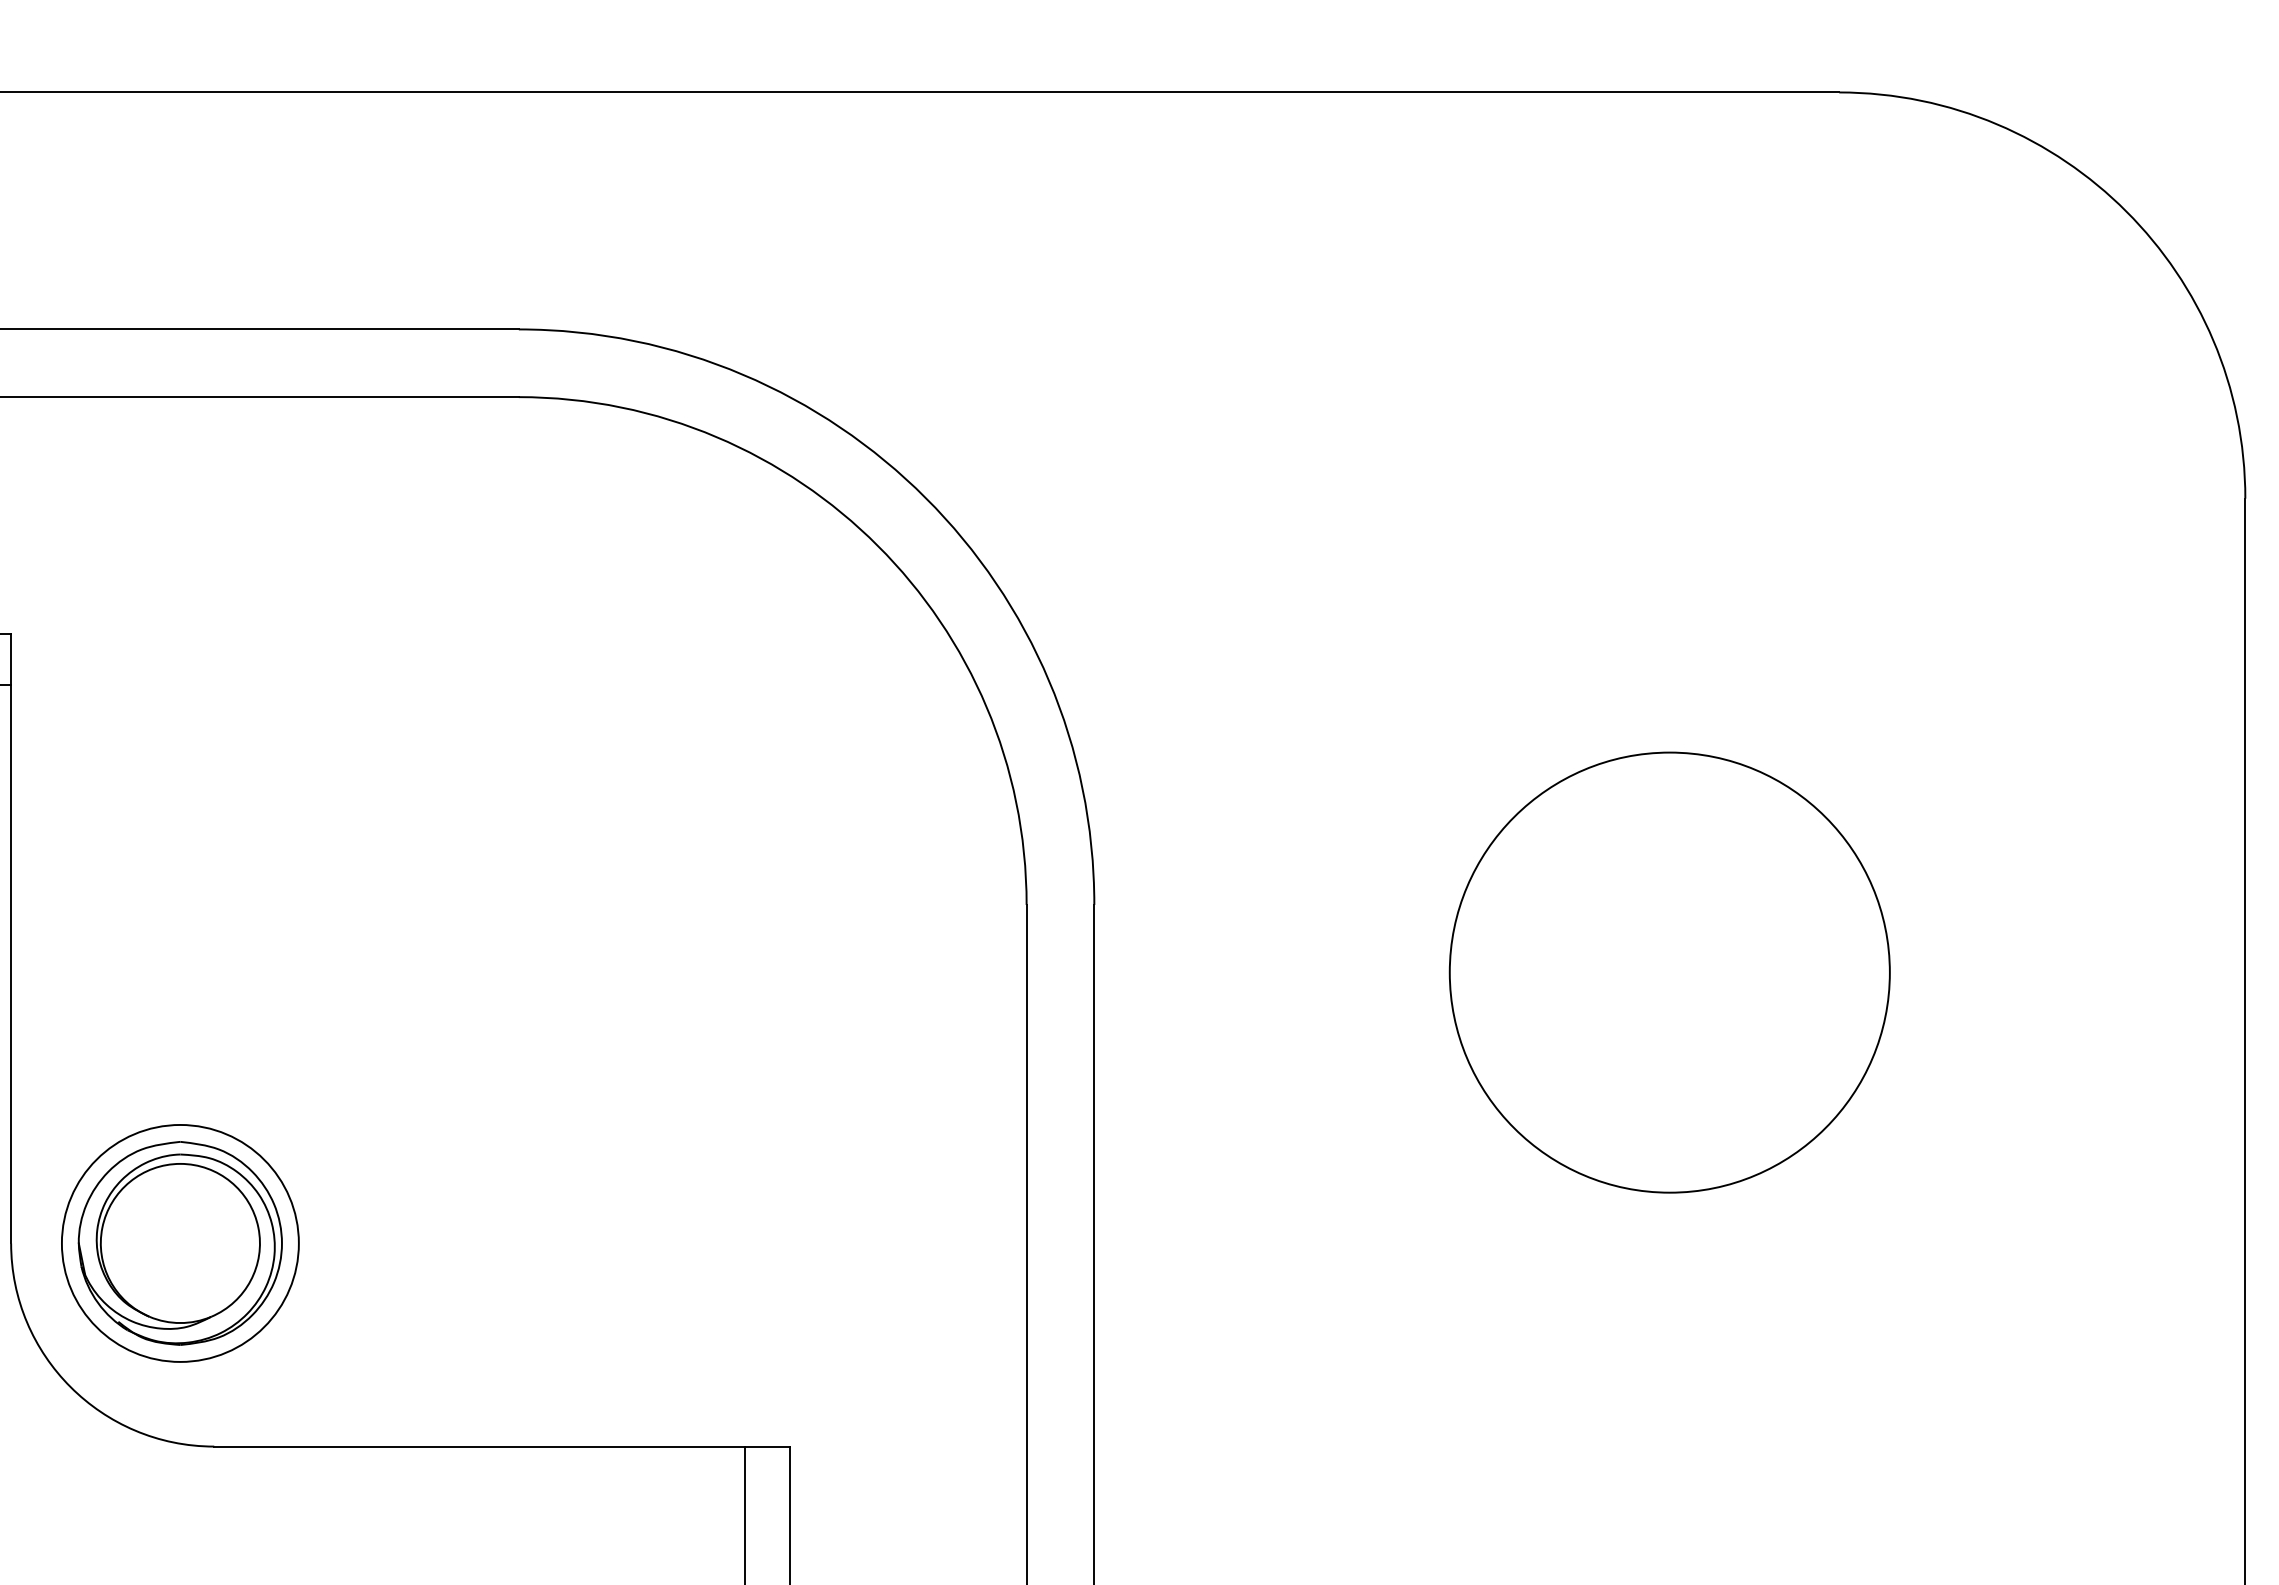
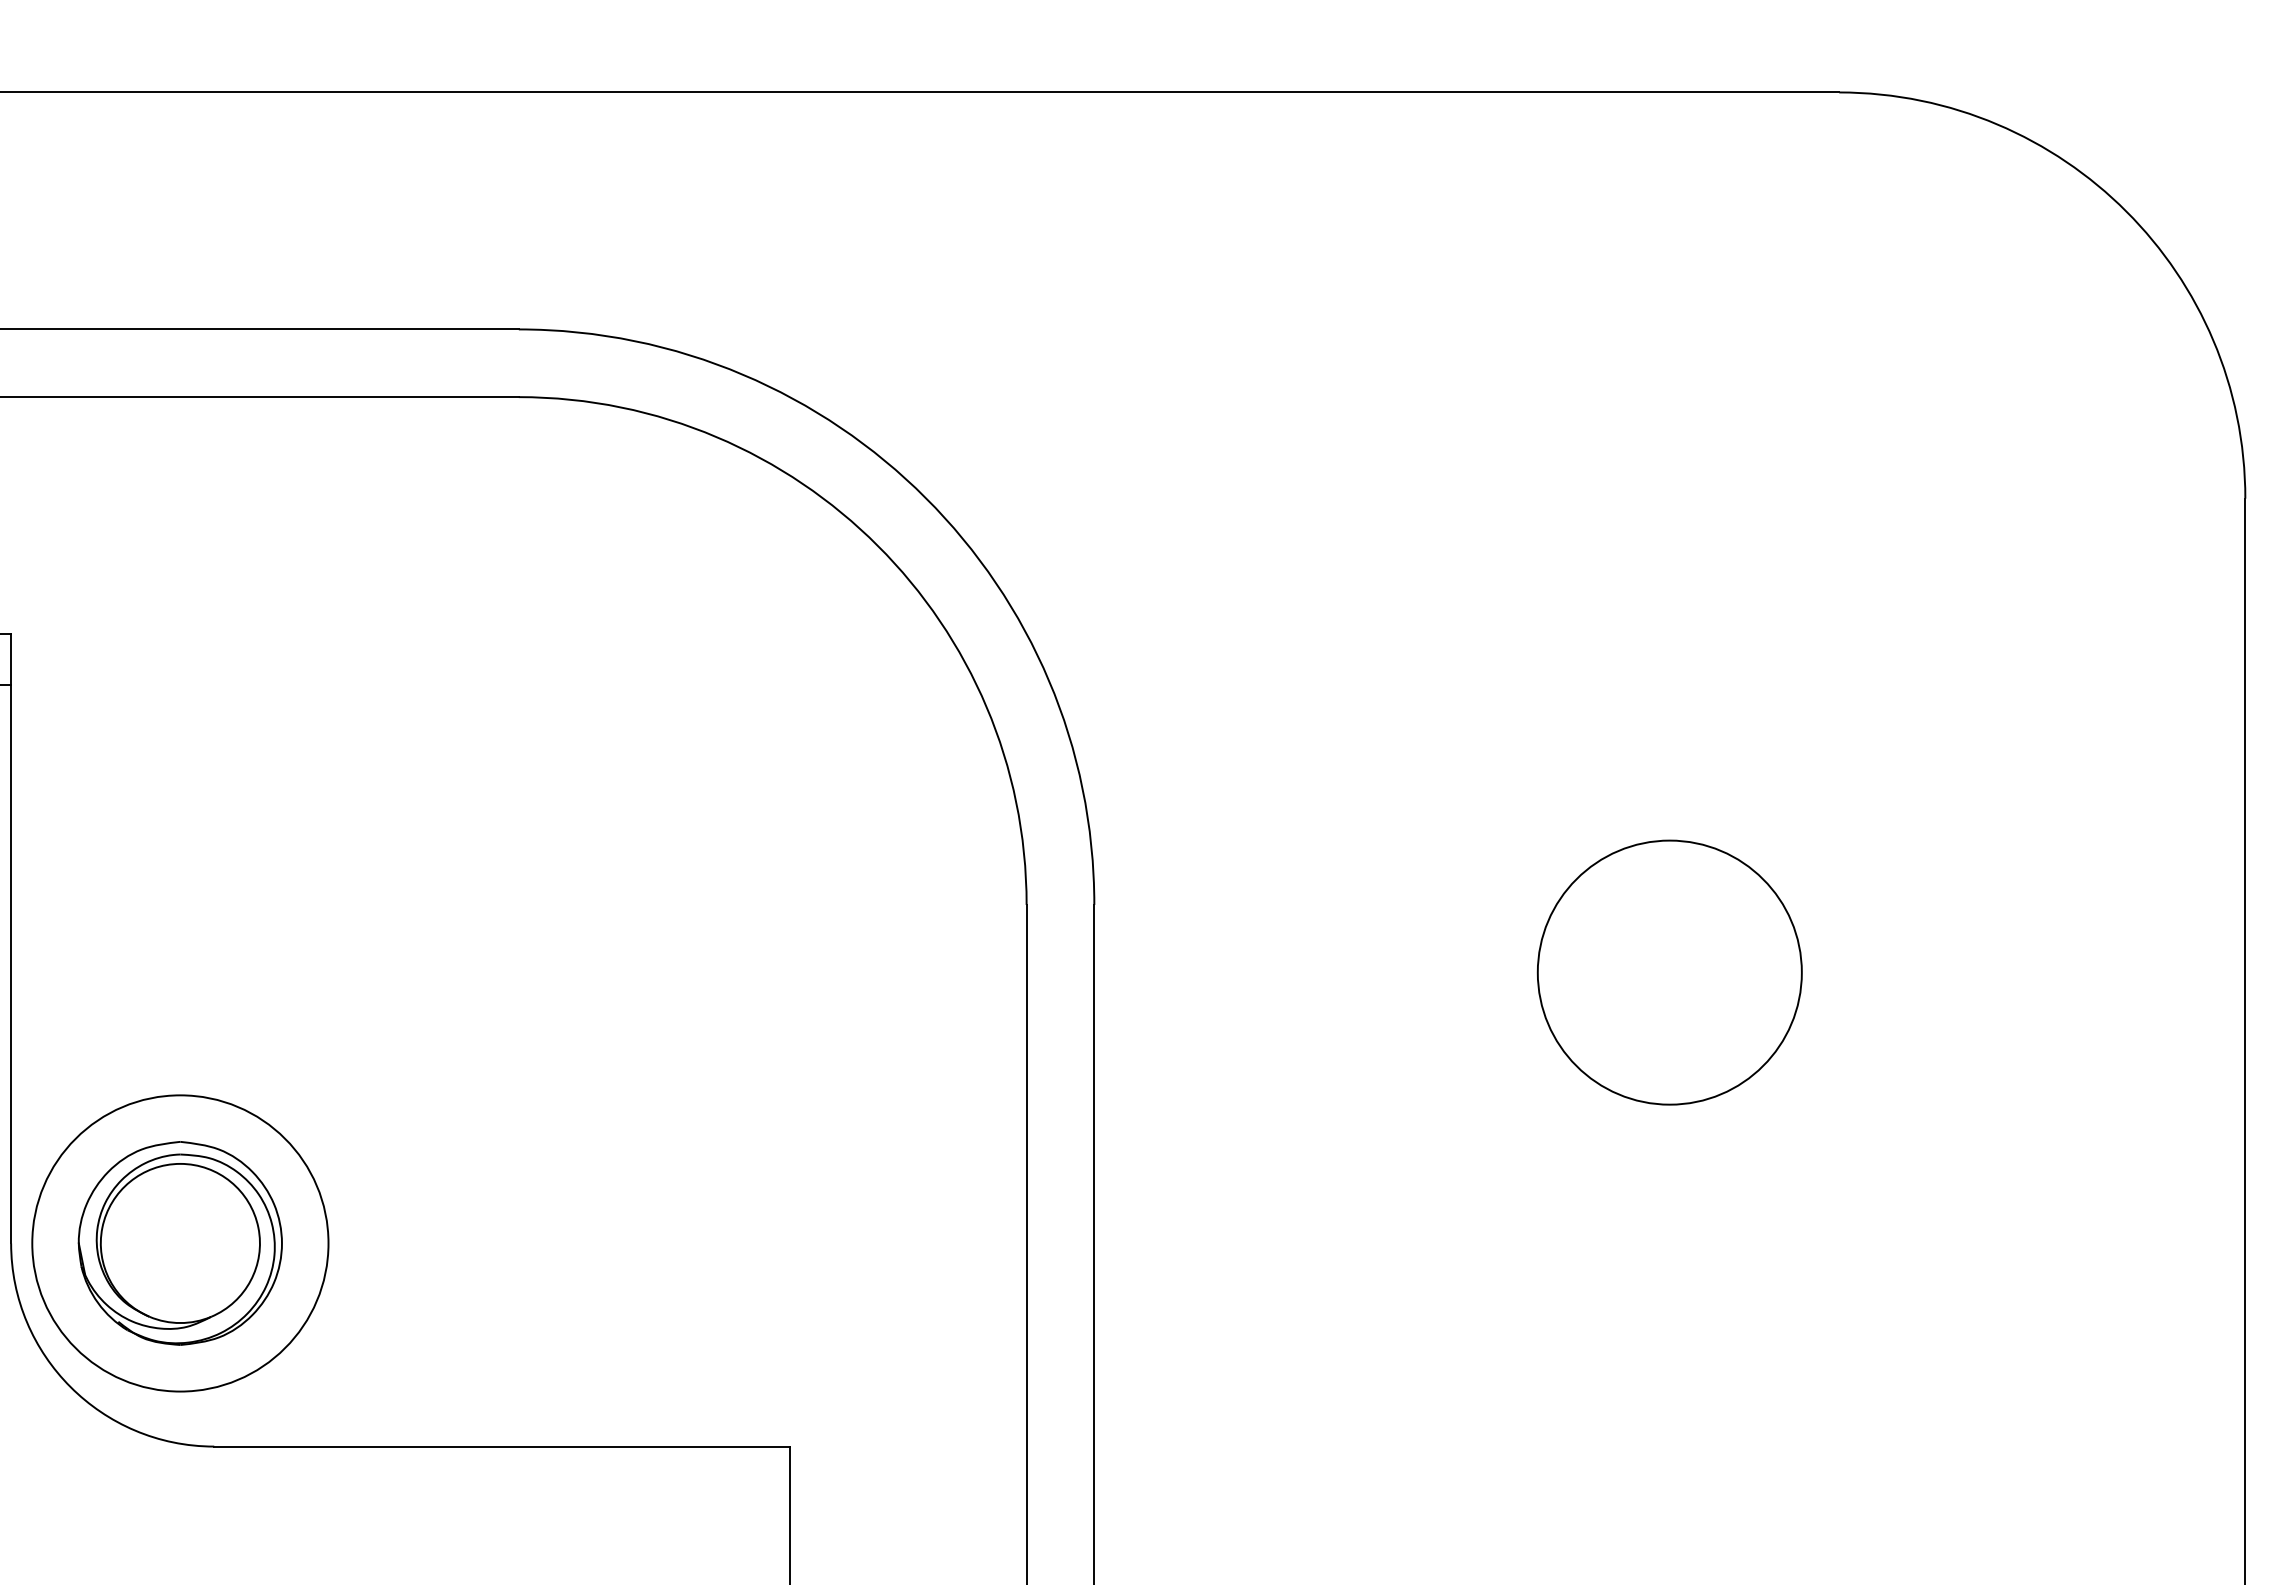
circle at (1669, 972) diameter: 440 px -> 264 px
circle at (179, 1242) diameter: 237 px -> 296 px
line at (745, 1513): present -> none
